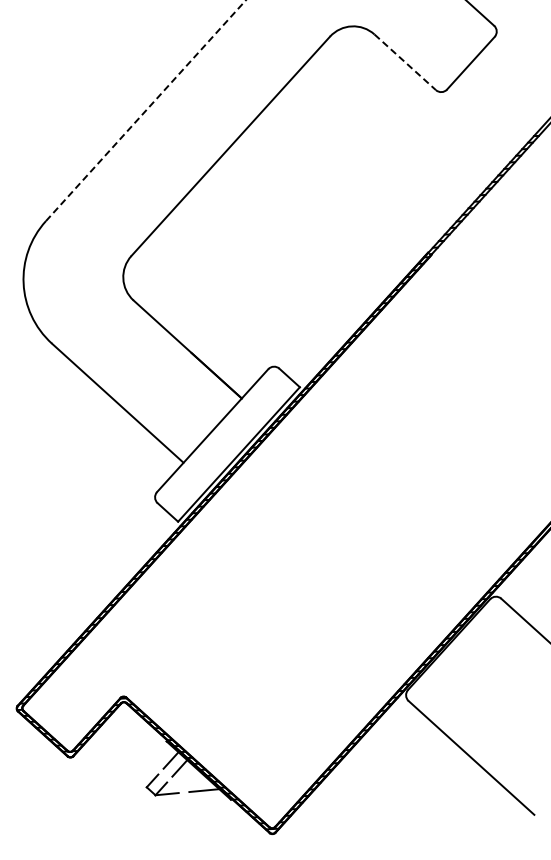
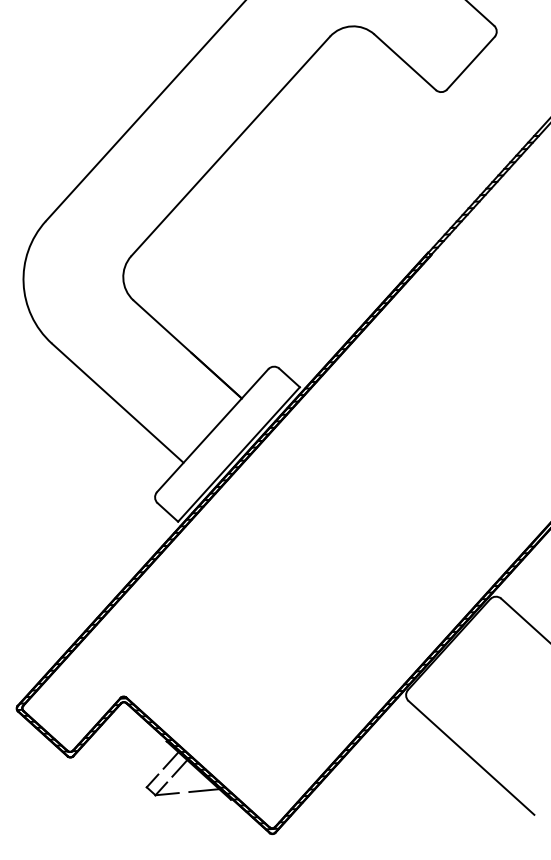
line at (405, 62): dashed -> solid
line at (145, 110): dashed -> solid
